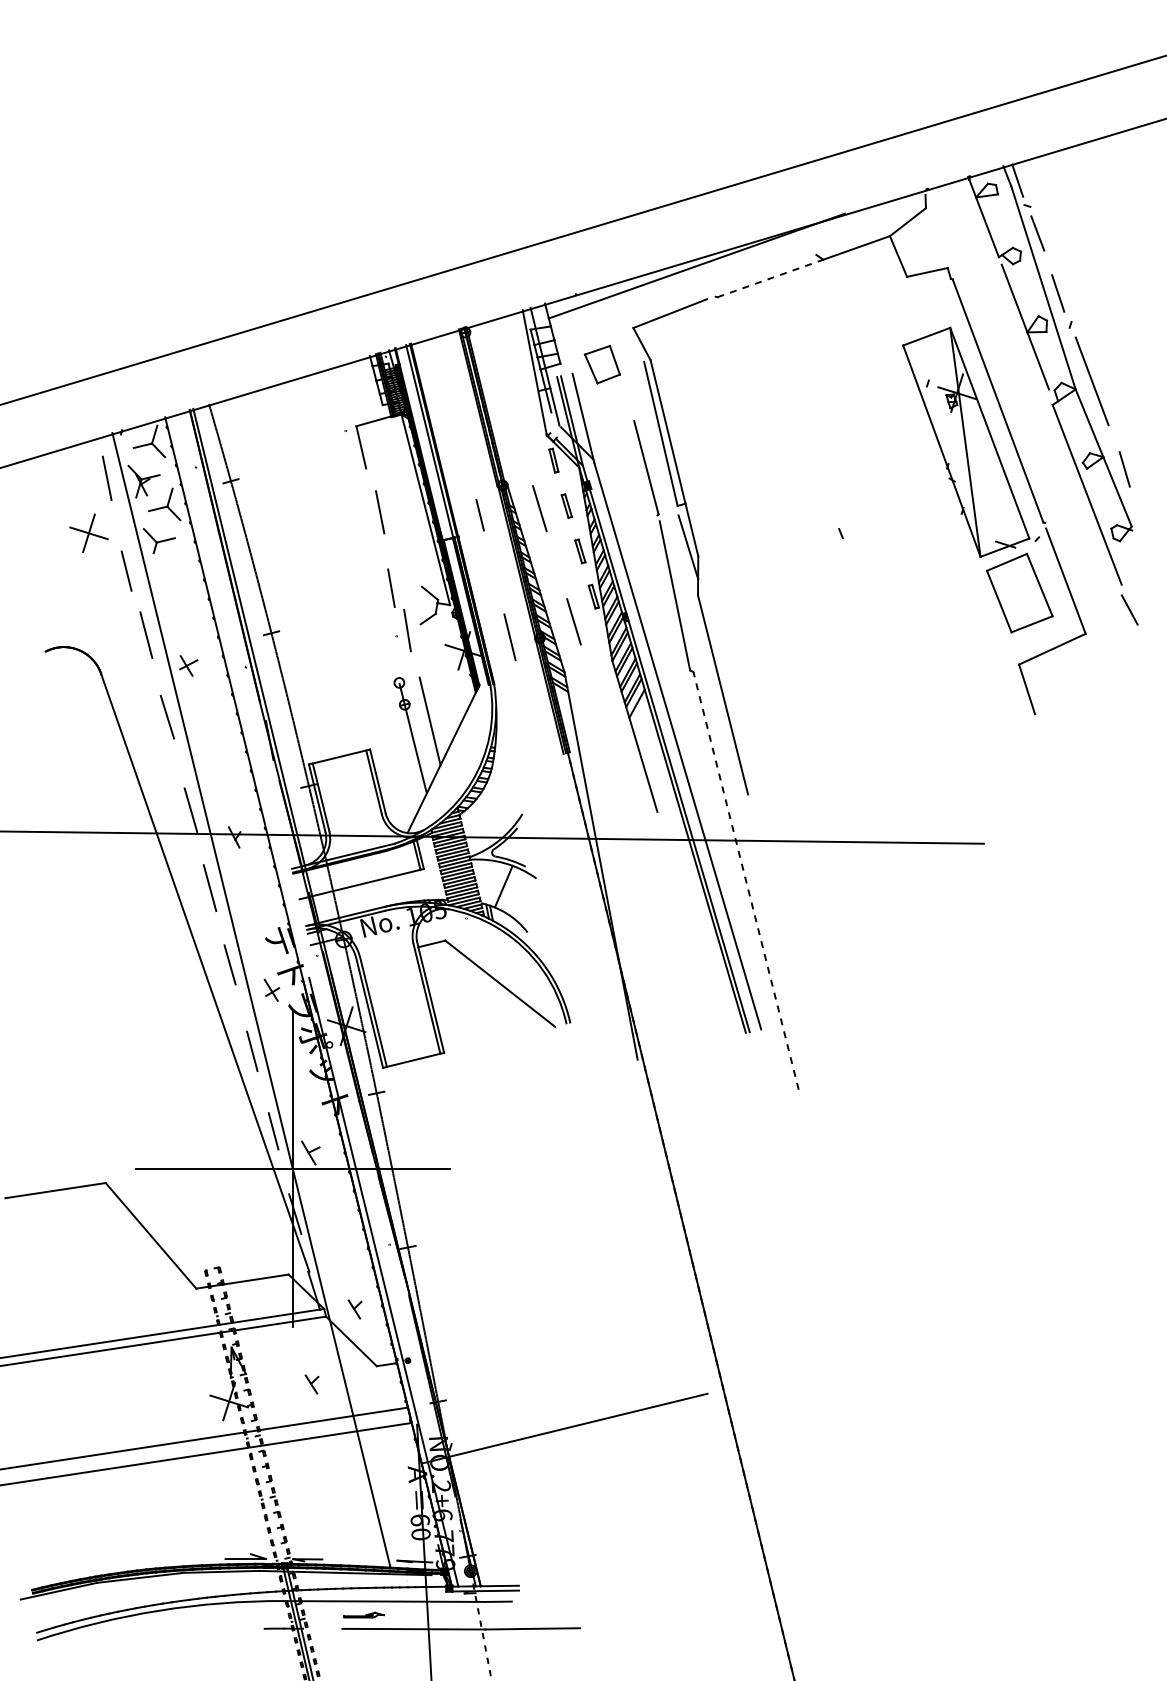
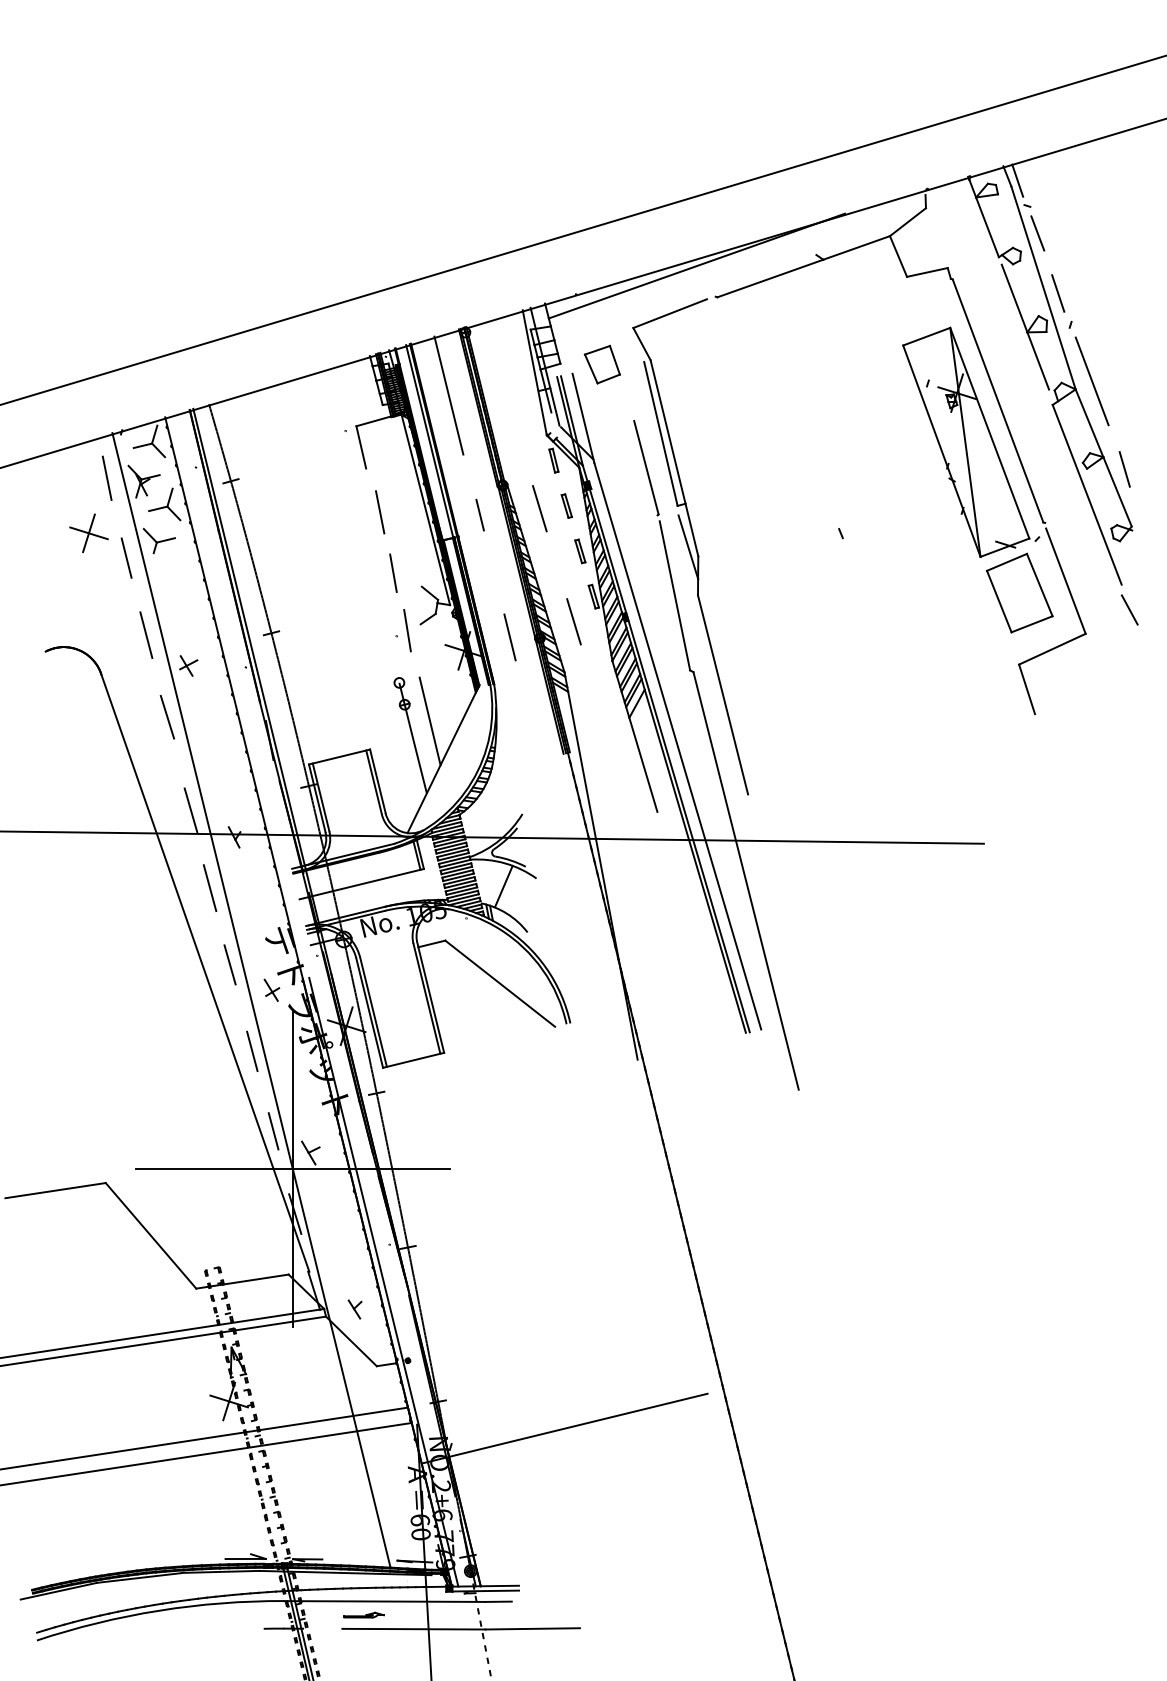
line at (770, 278): dashed -> solid
line at (448, 395): none -> present
line at (126, 570) position: (126, 570) -> (126, 557)
line at (391, 587) position: (391, 587) -> (393, 572)
line at (745, 880): dashed -> solid
part at (311, 1384): present -> none
